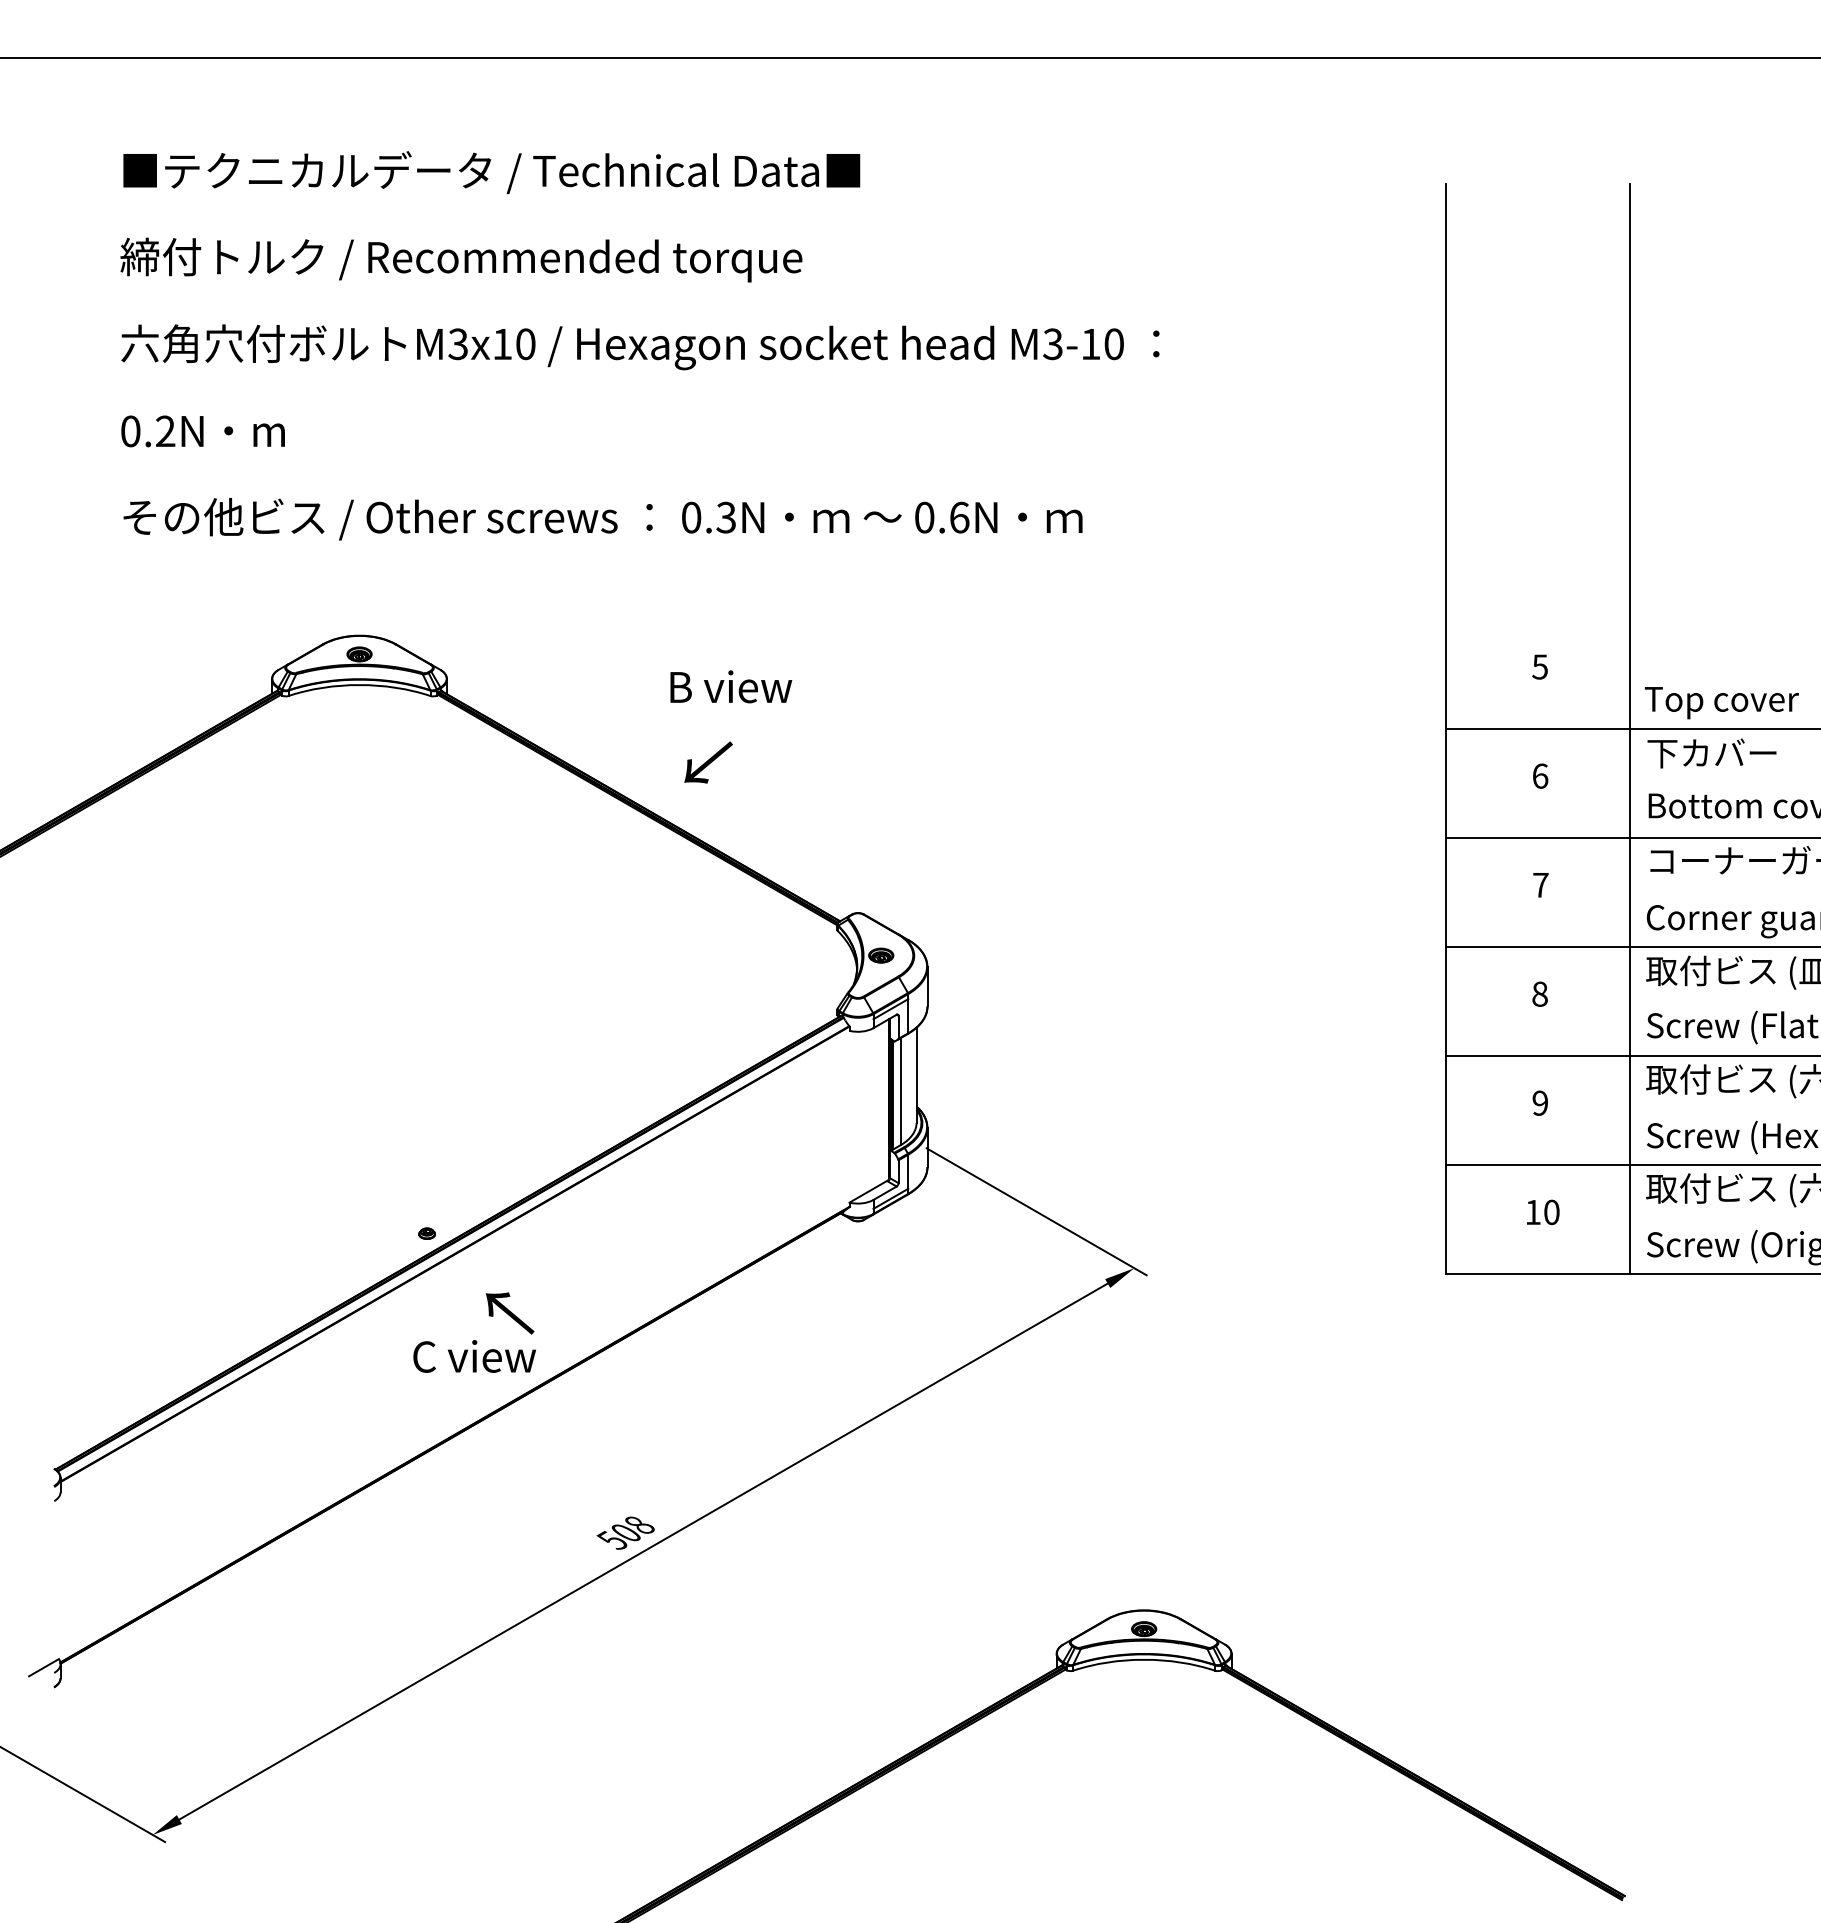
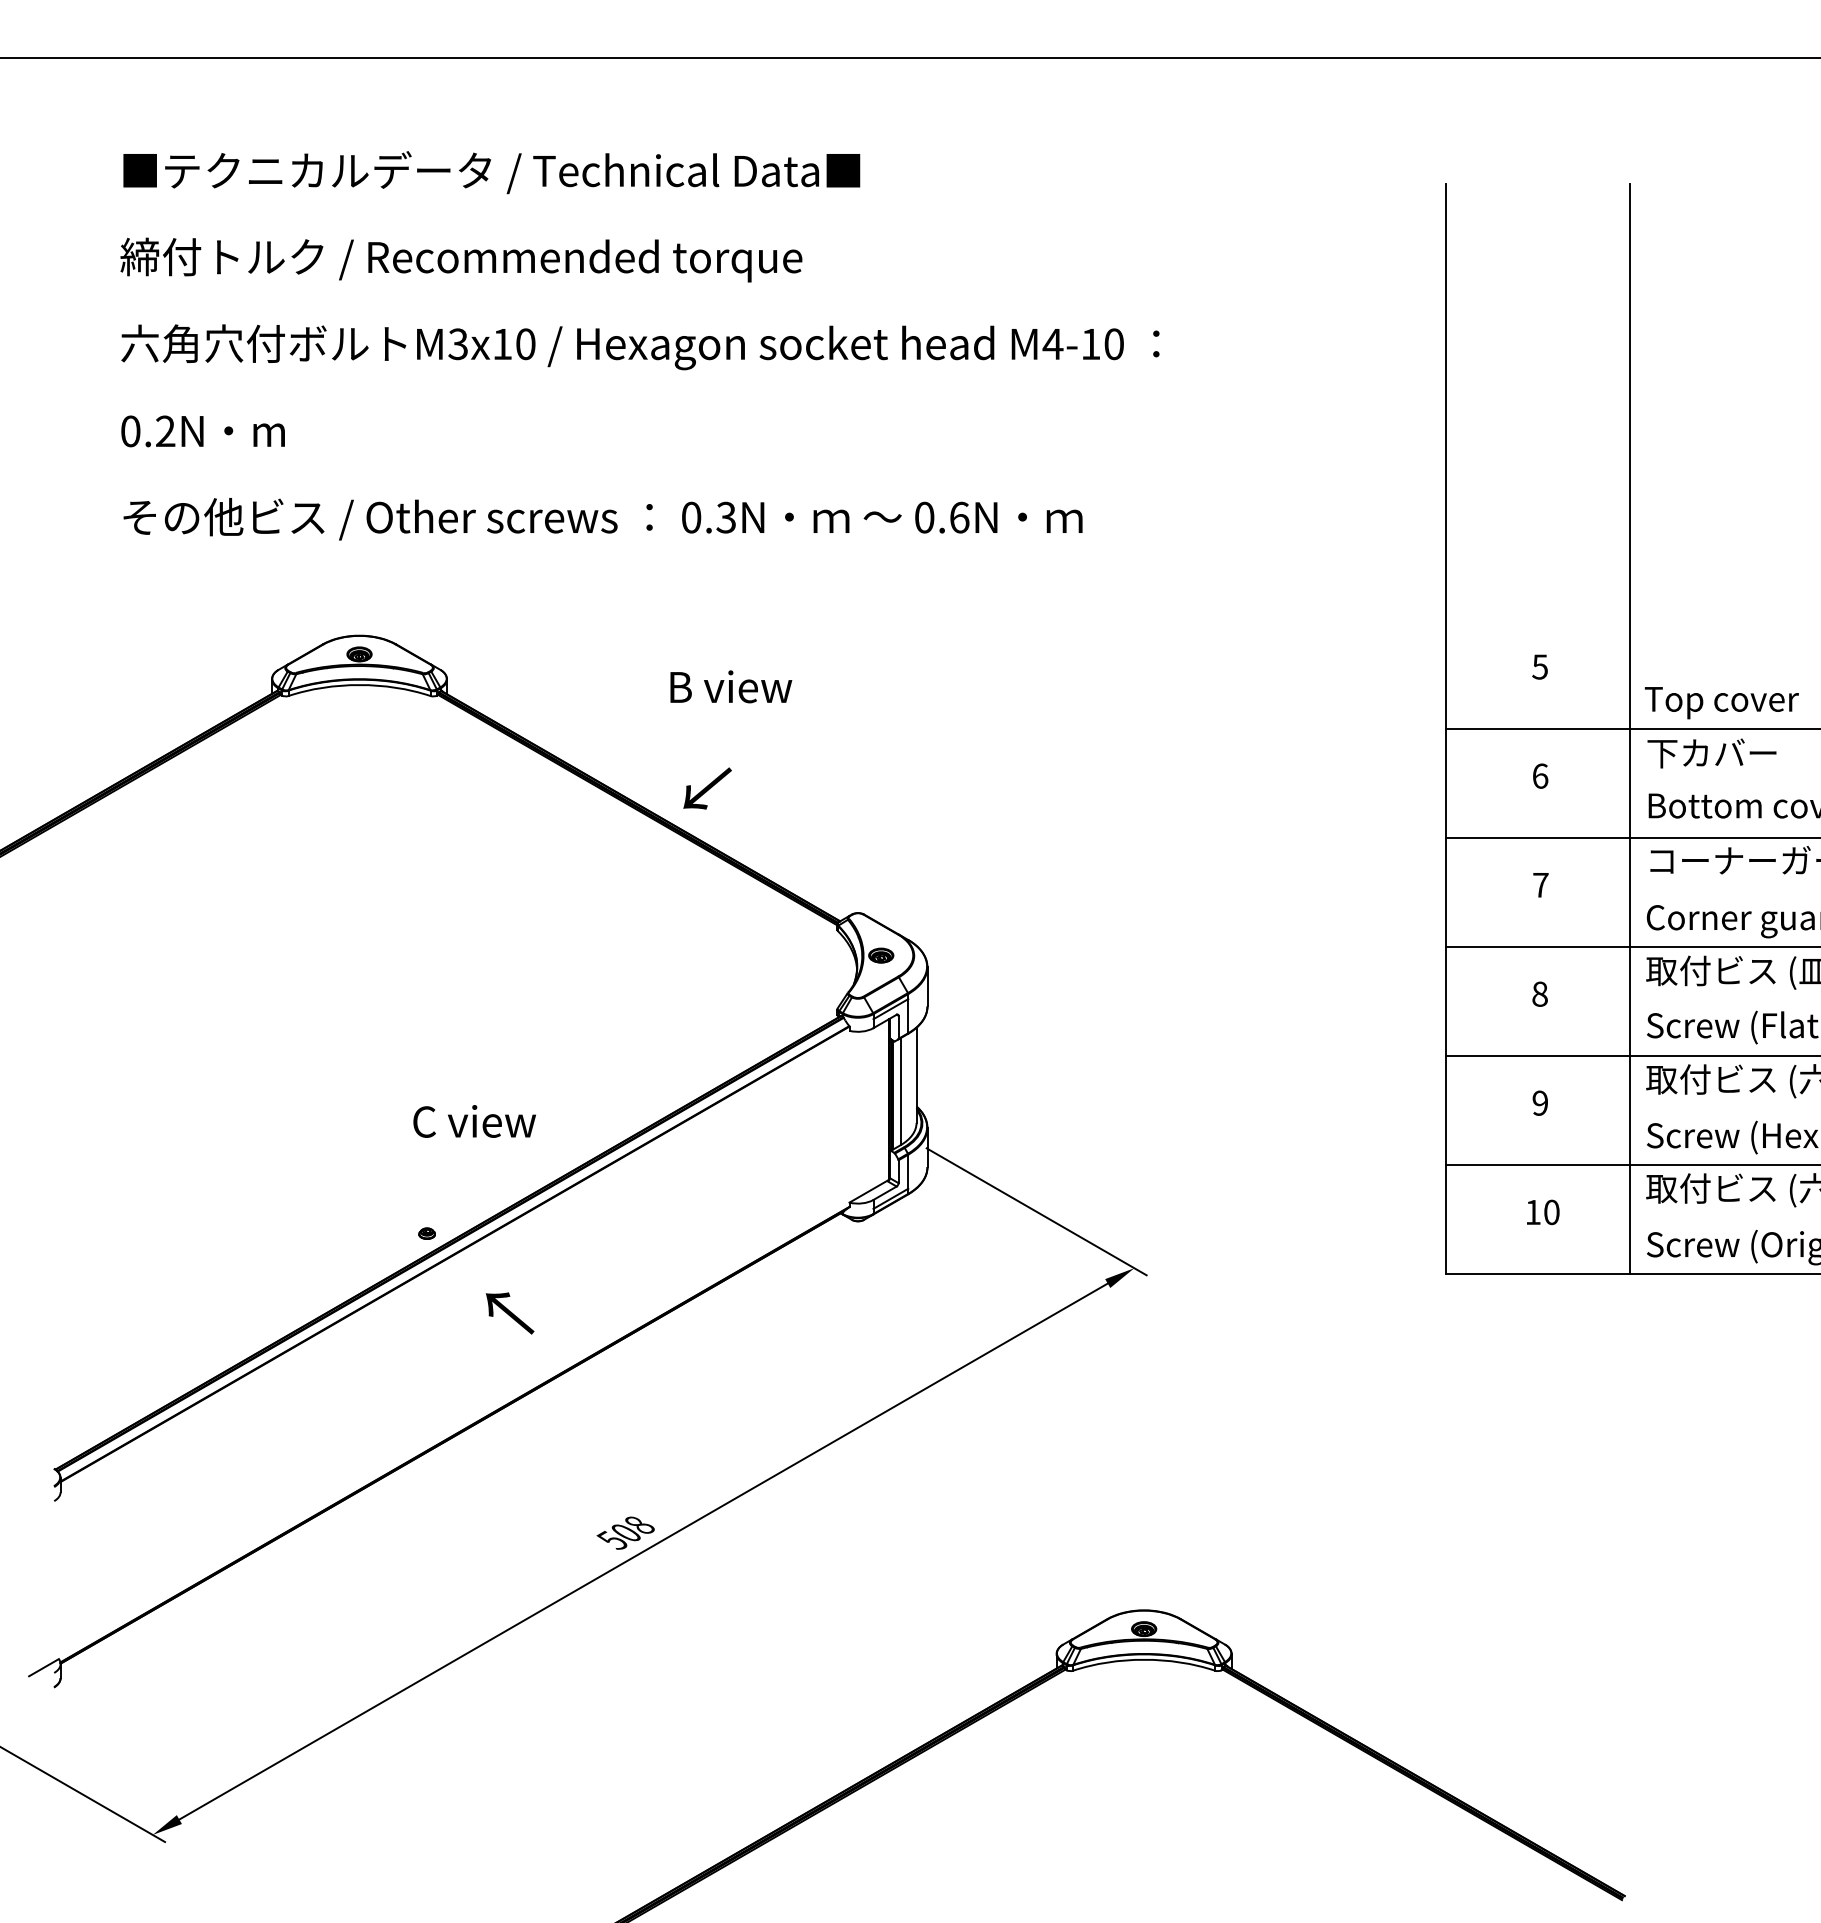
text at (1052, 344): M3-10 -> M4-10
text at (708, 762) position: (708, 762) -> (707, 788)
text at (474, 1356) position: (474, 1356) -> (474, 1121)
